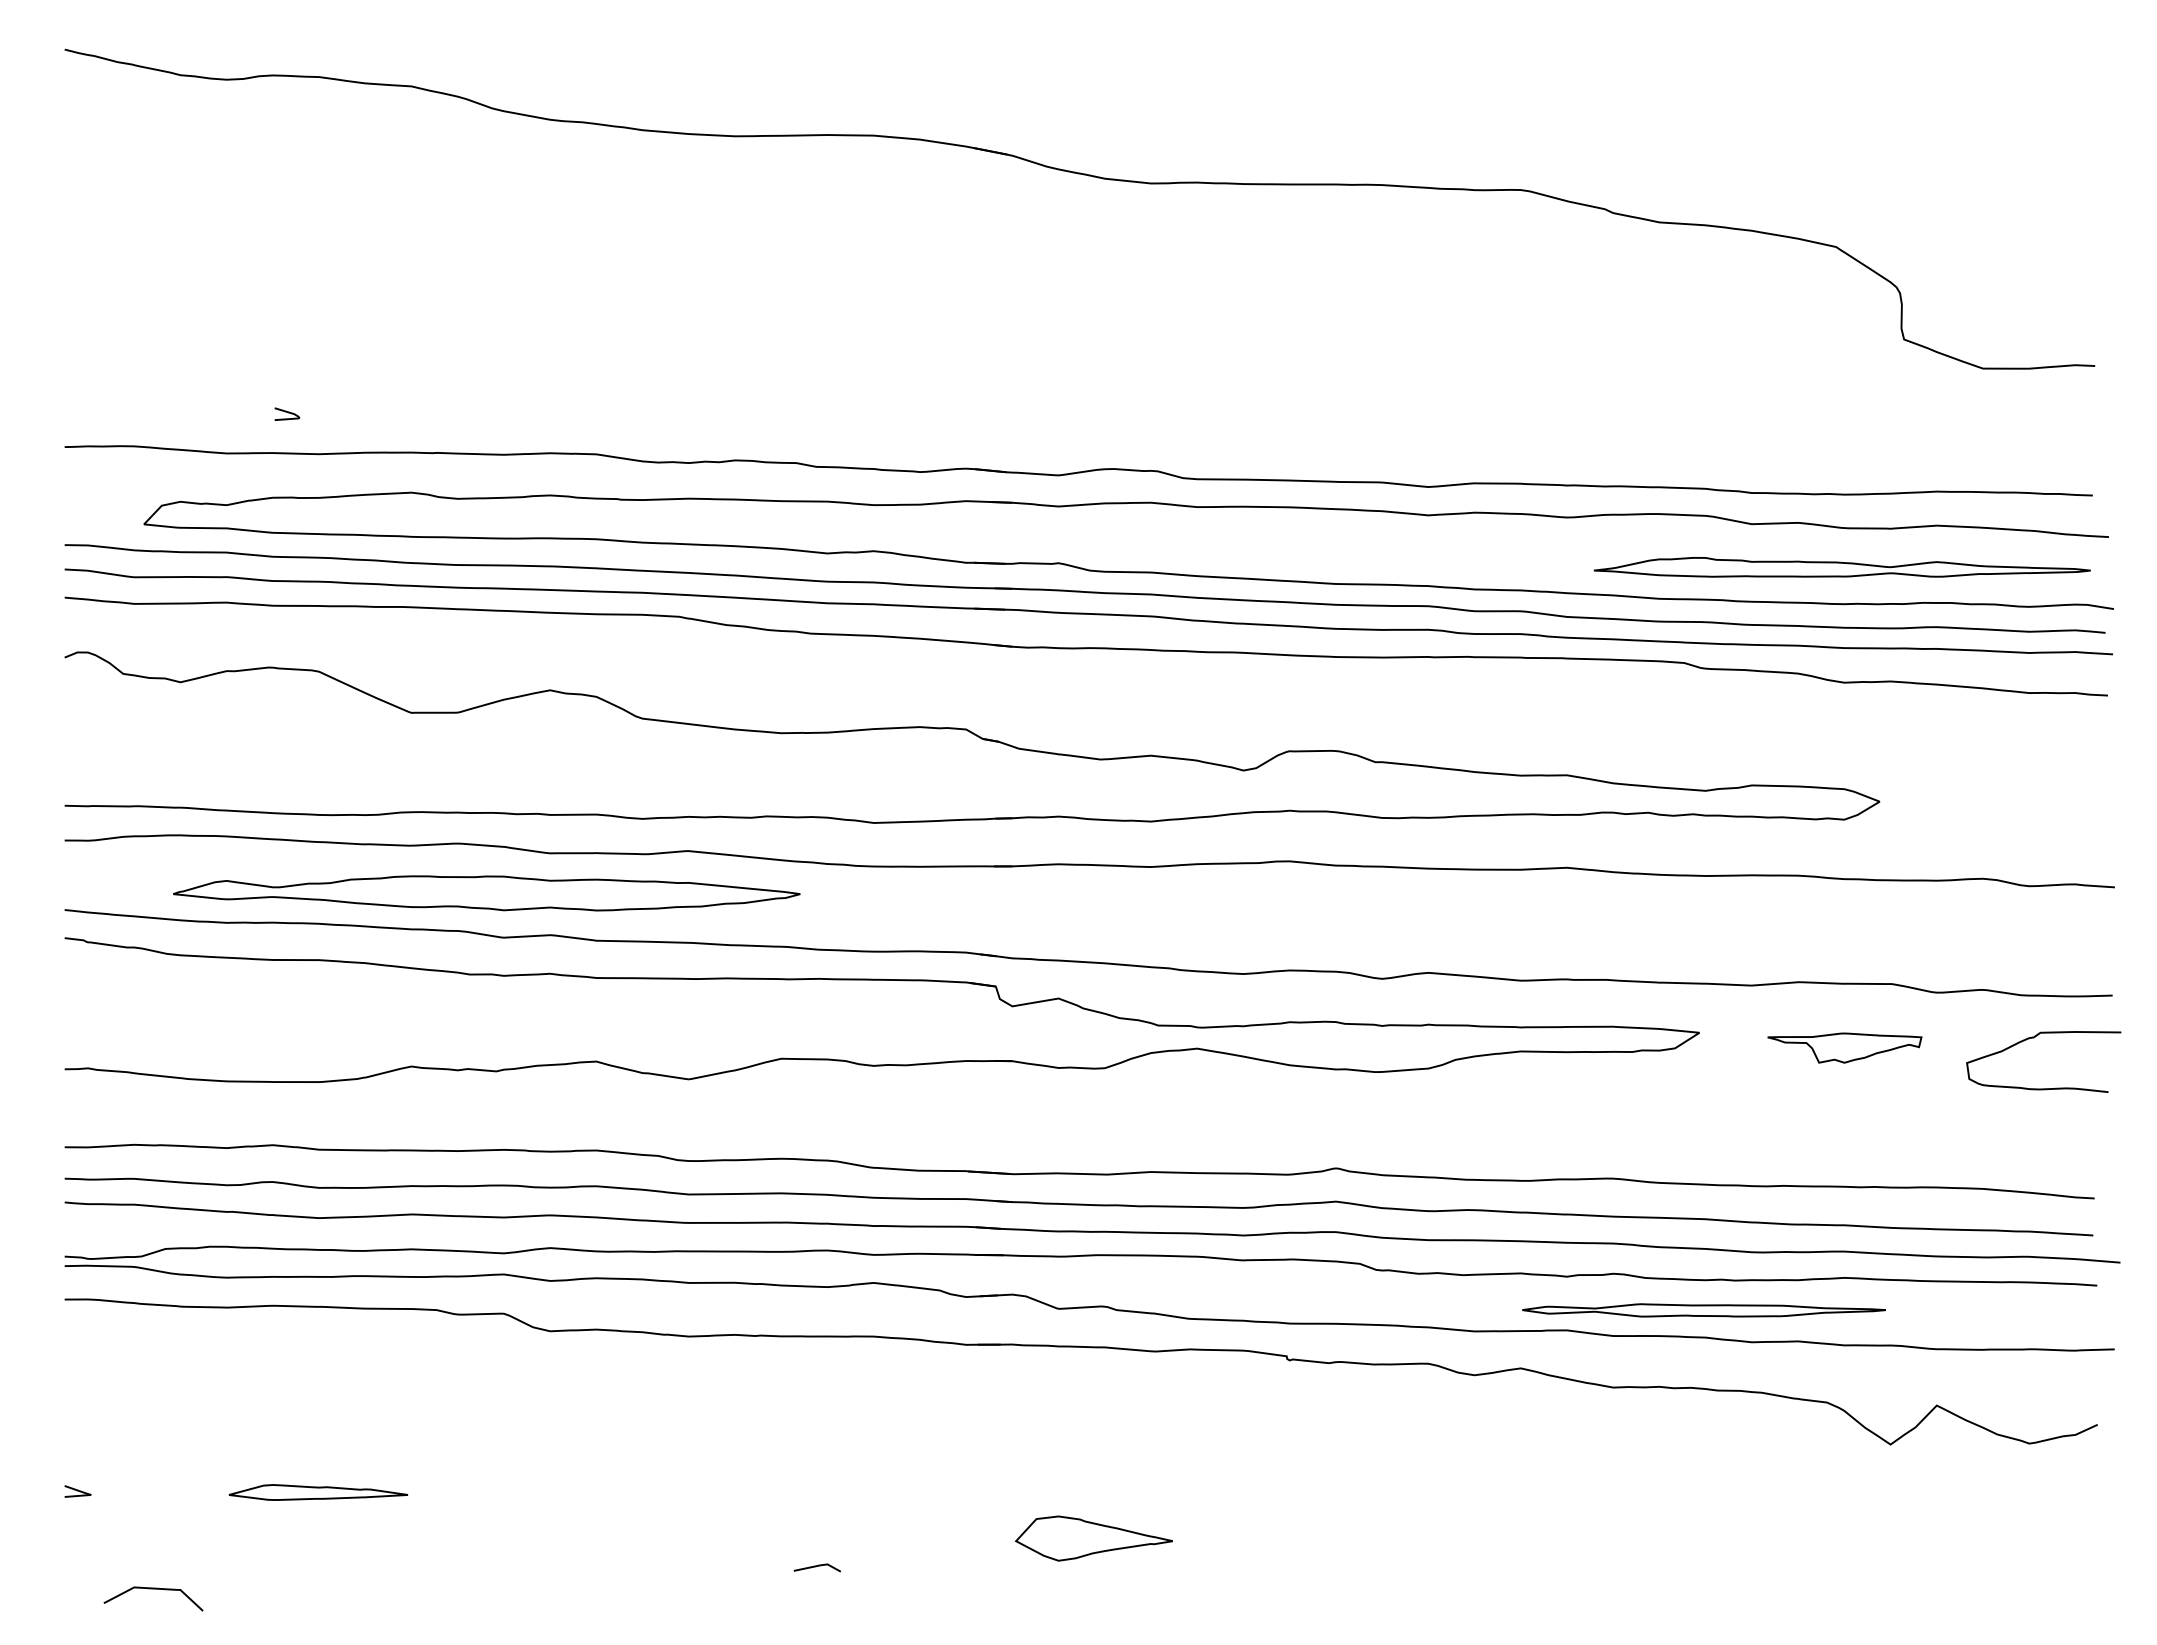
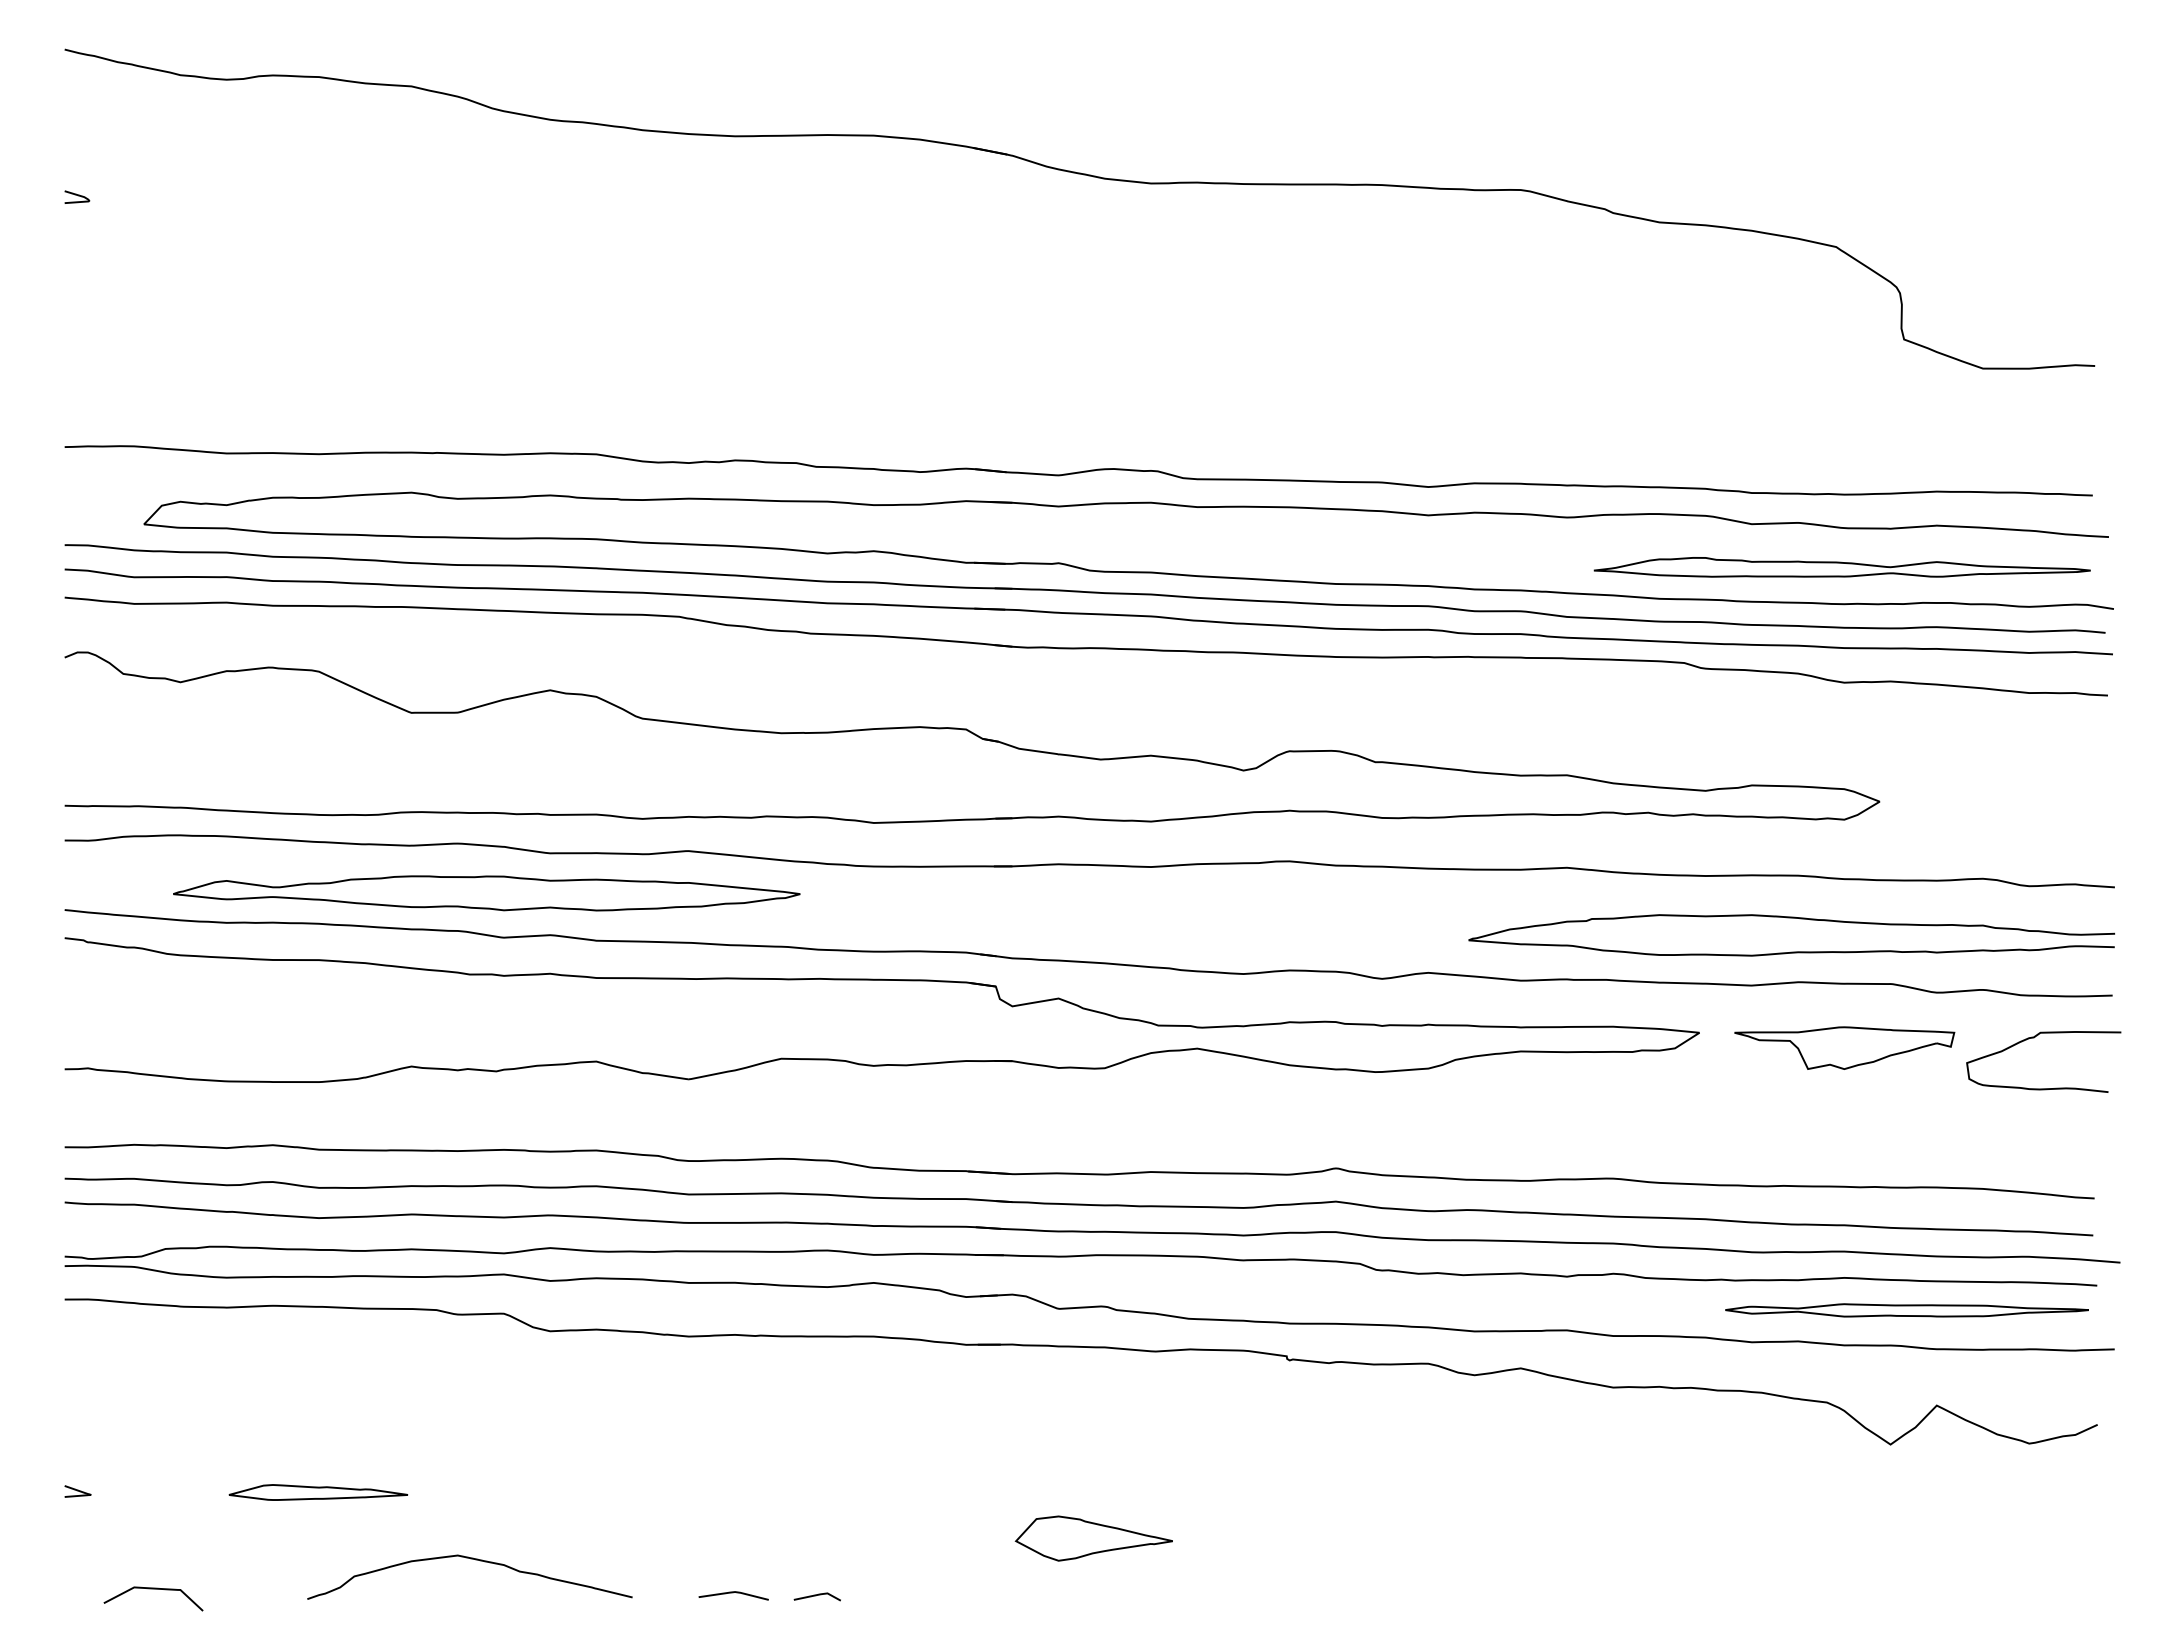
part at (287, 413) position: (287, 413) -> (77, 196)
curve at (1791, 951): none -> present
part at (1844, 1047) size: 156x32 px -> 222x44 px
part at (1703, 1310) position: (1703, 1310) -> (1906, 1310)
curve at (470, 1559): none -> present
line at (816, 1567) position: (816, 1567) -> (816, 1596)
line at (733, 1593): none -> present
